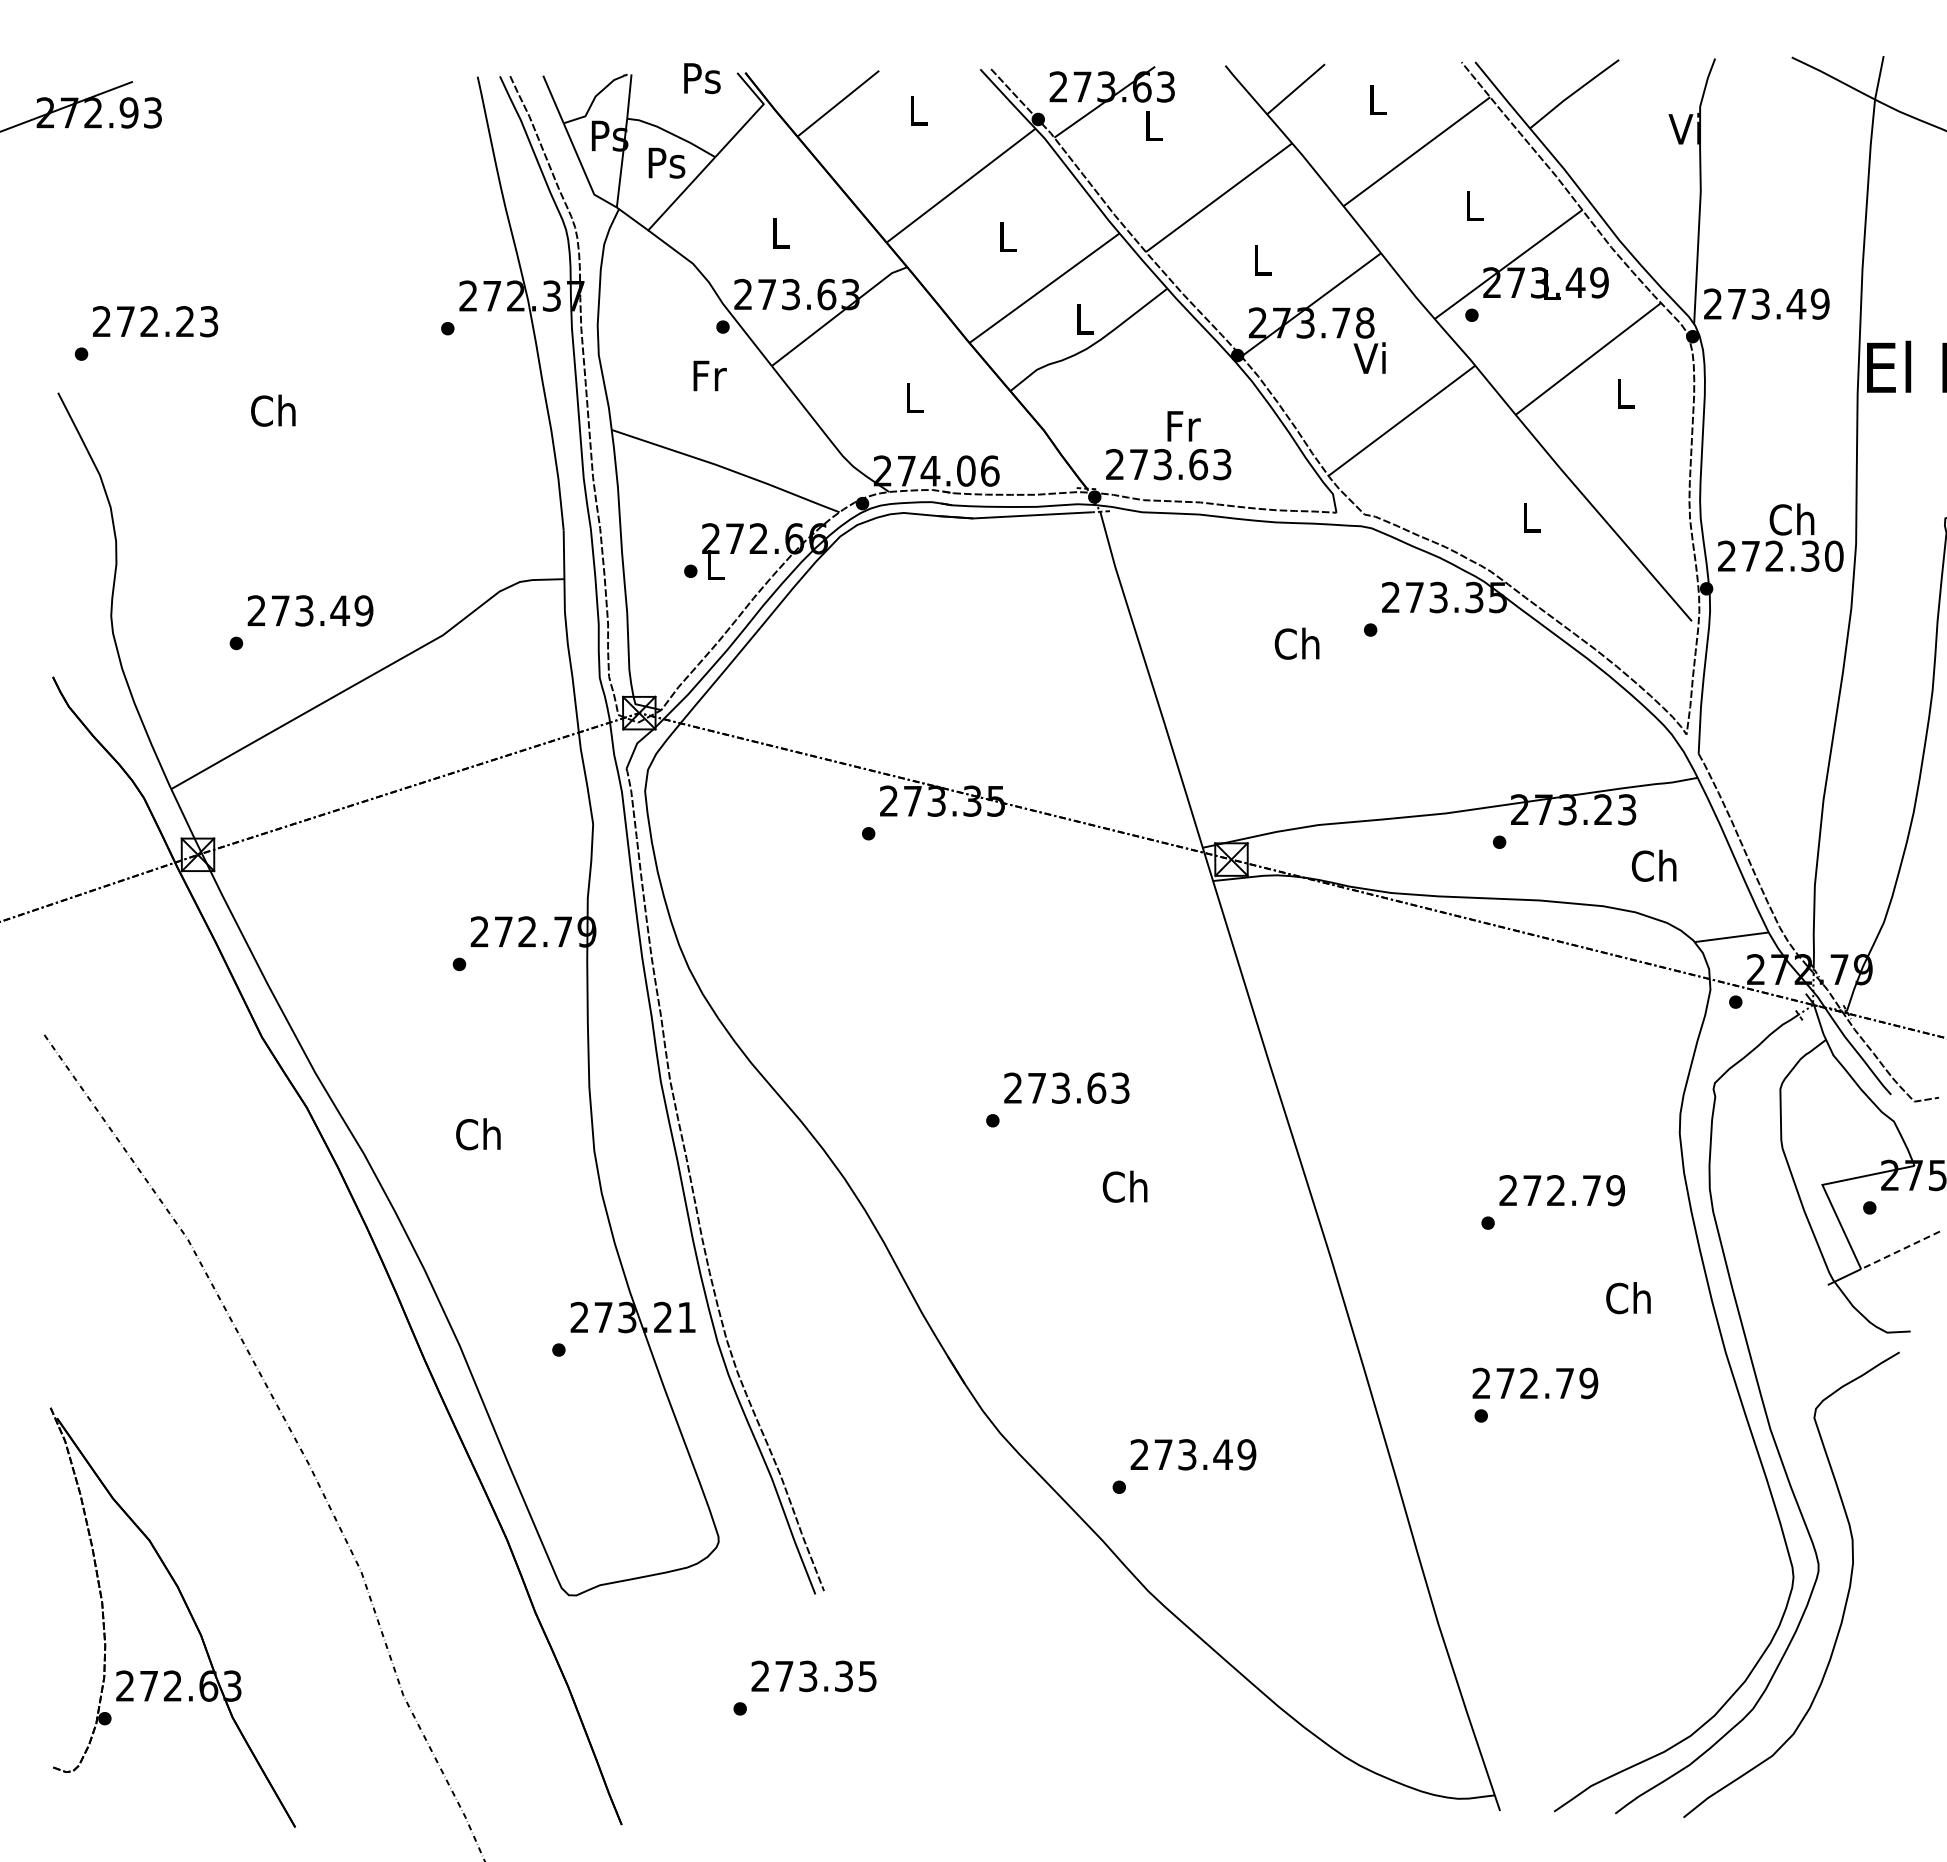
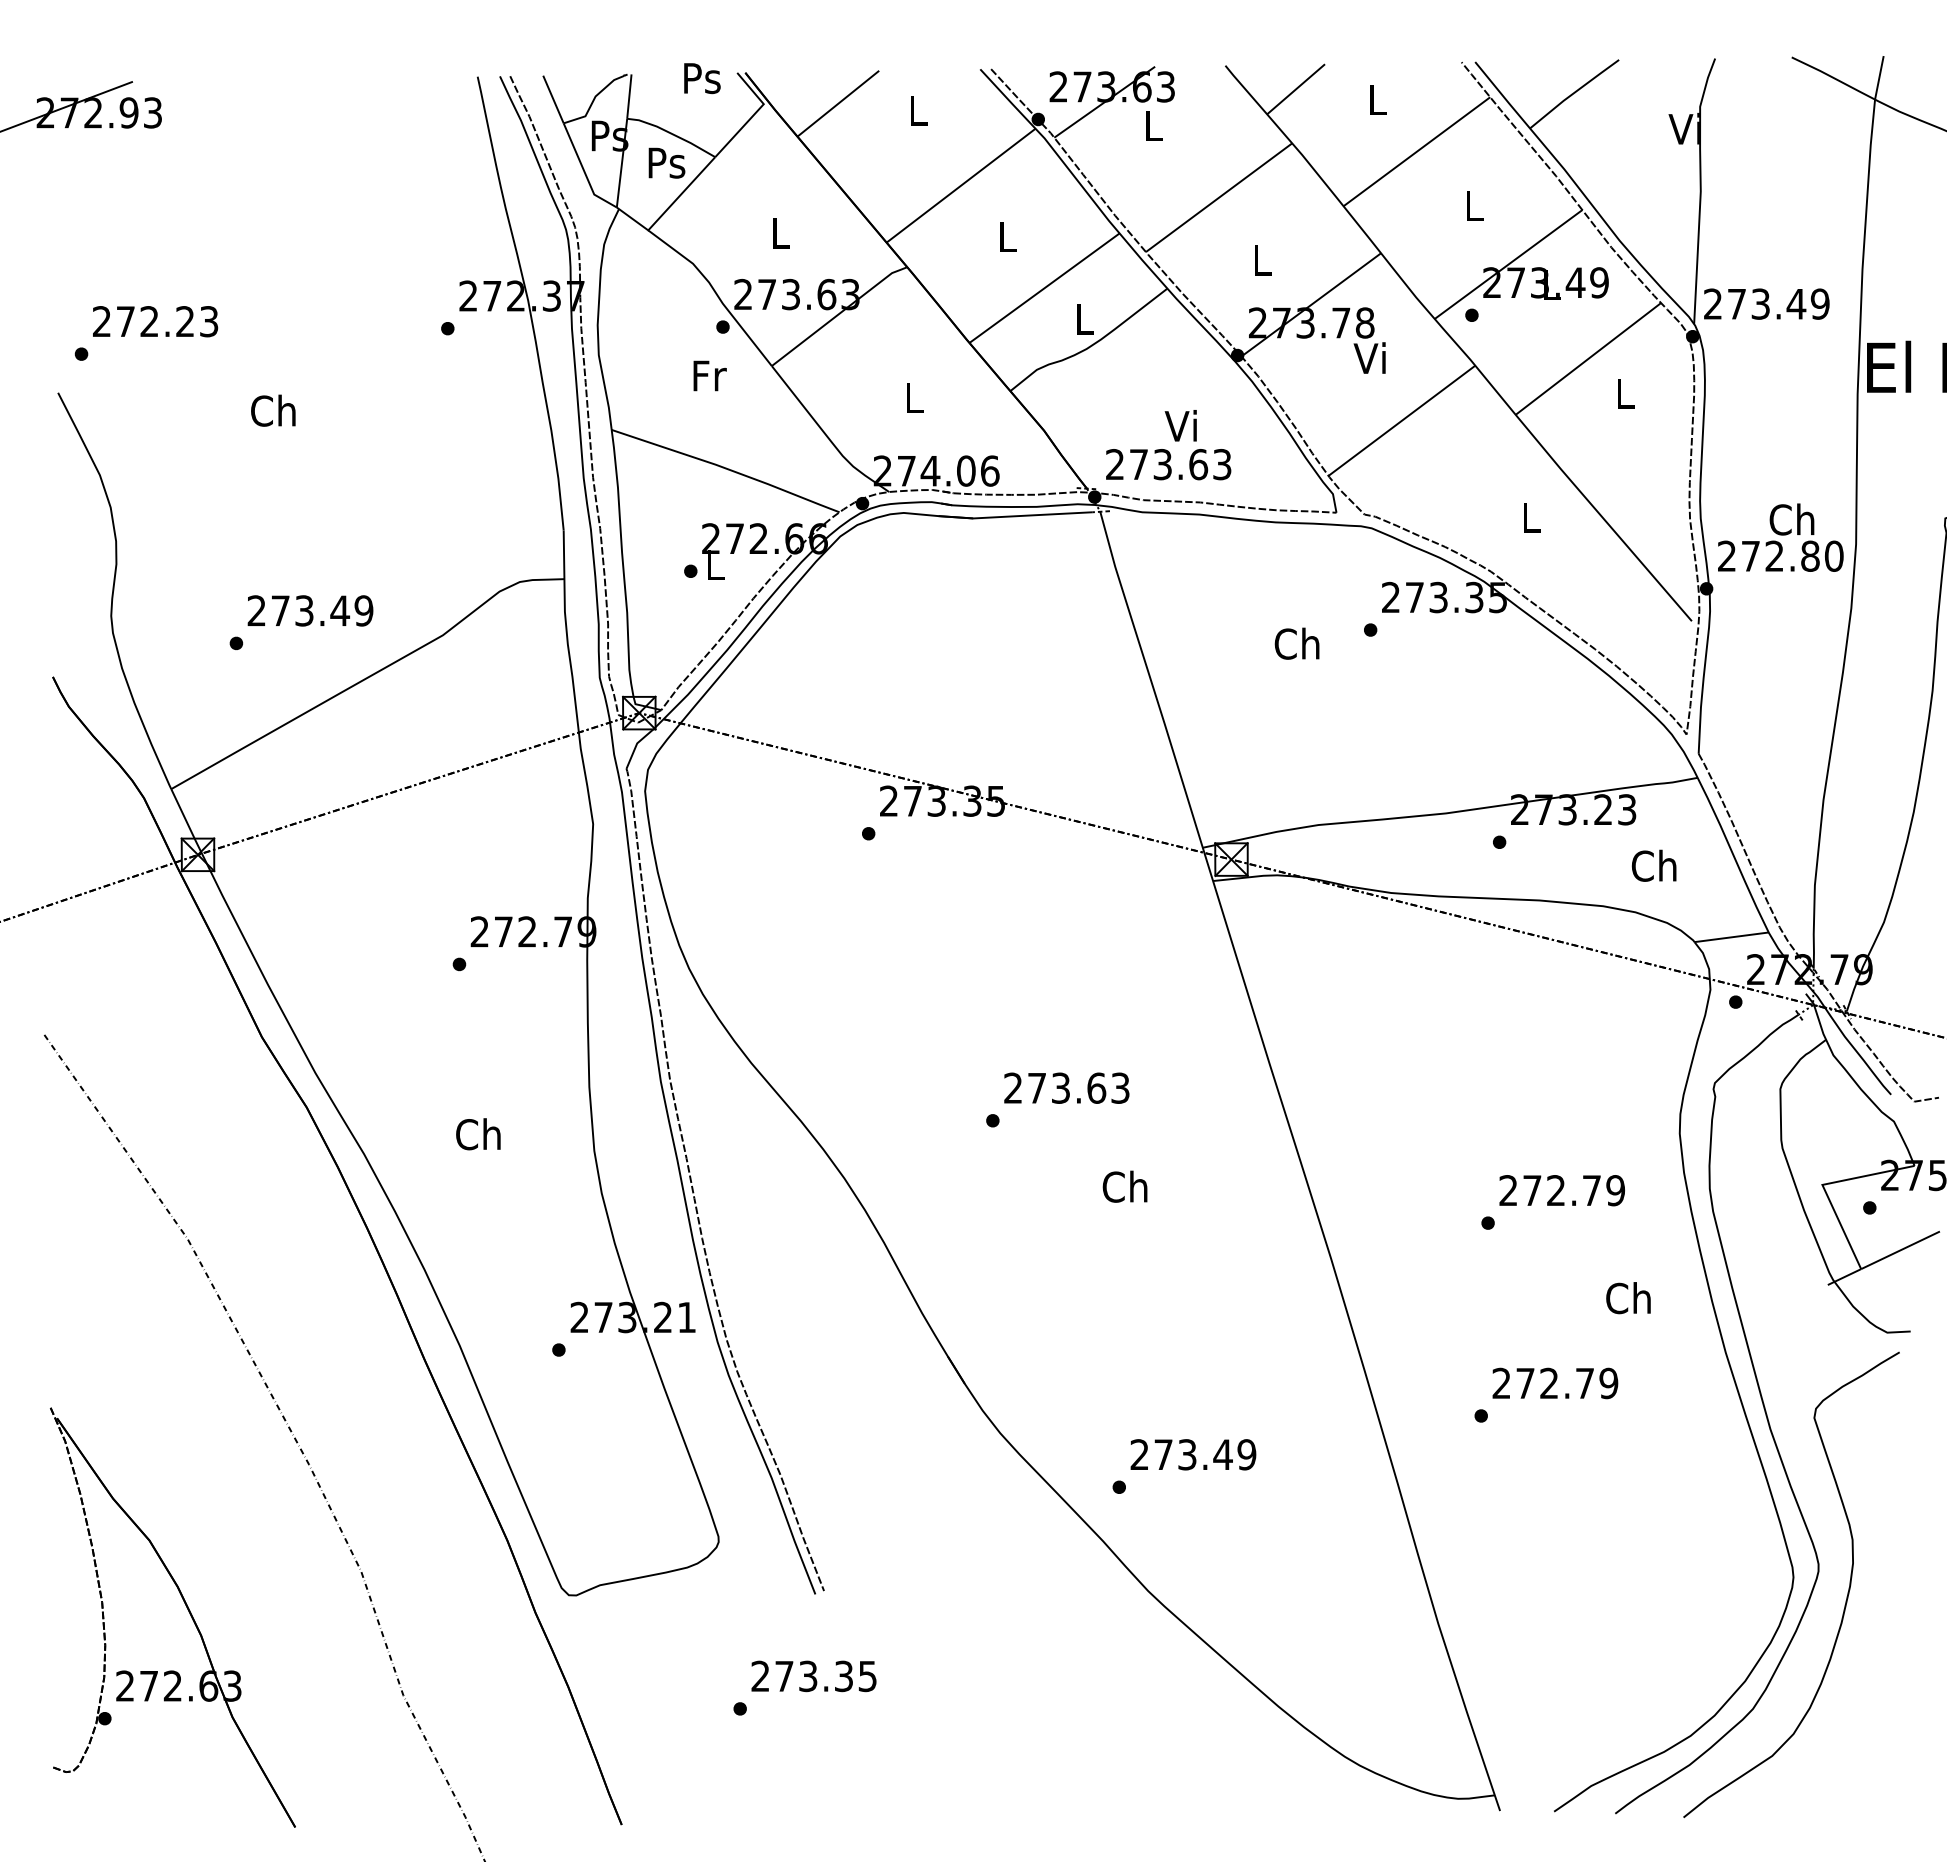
text at (1182, 425): Fr -> Vi
text at (1810, 555): 272.30 -> 272.80
line at (1900, 1250): dashed -> solid
text at (1535, 1383) position: (1535, 1383) -> (1555, 1383)
